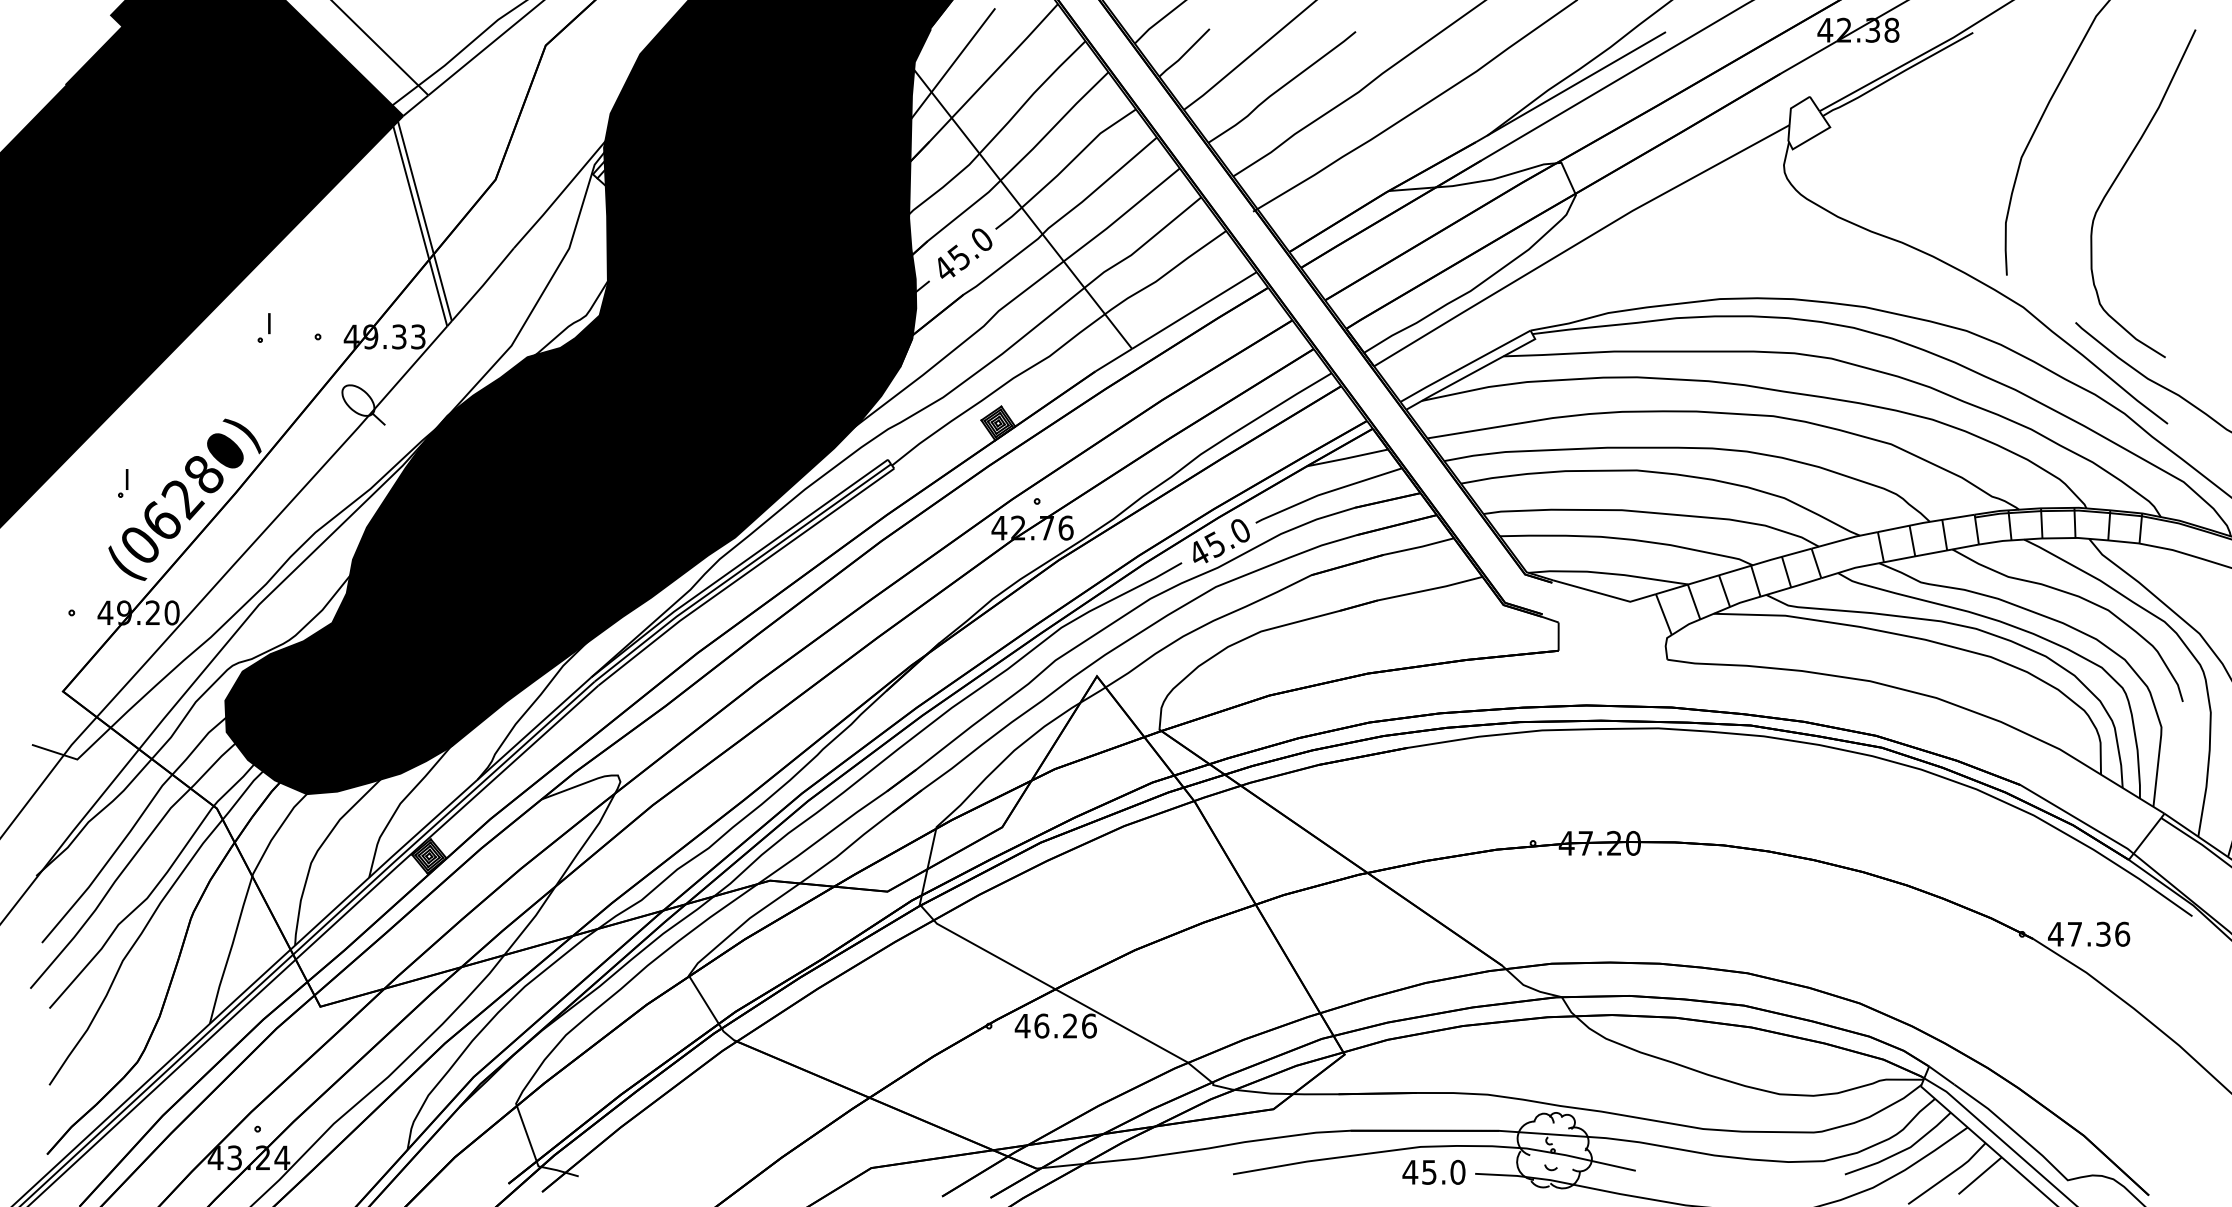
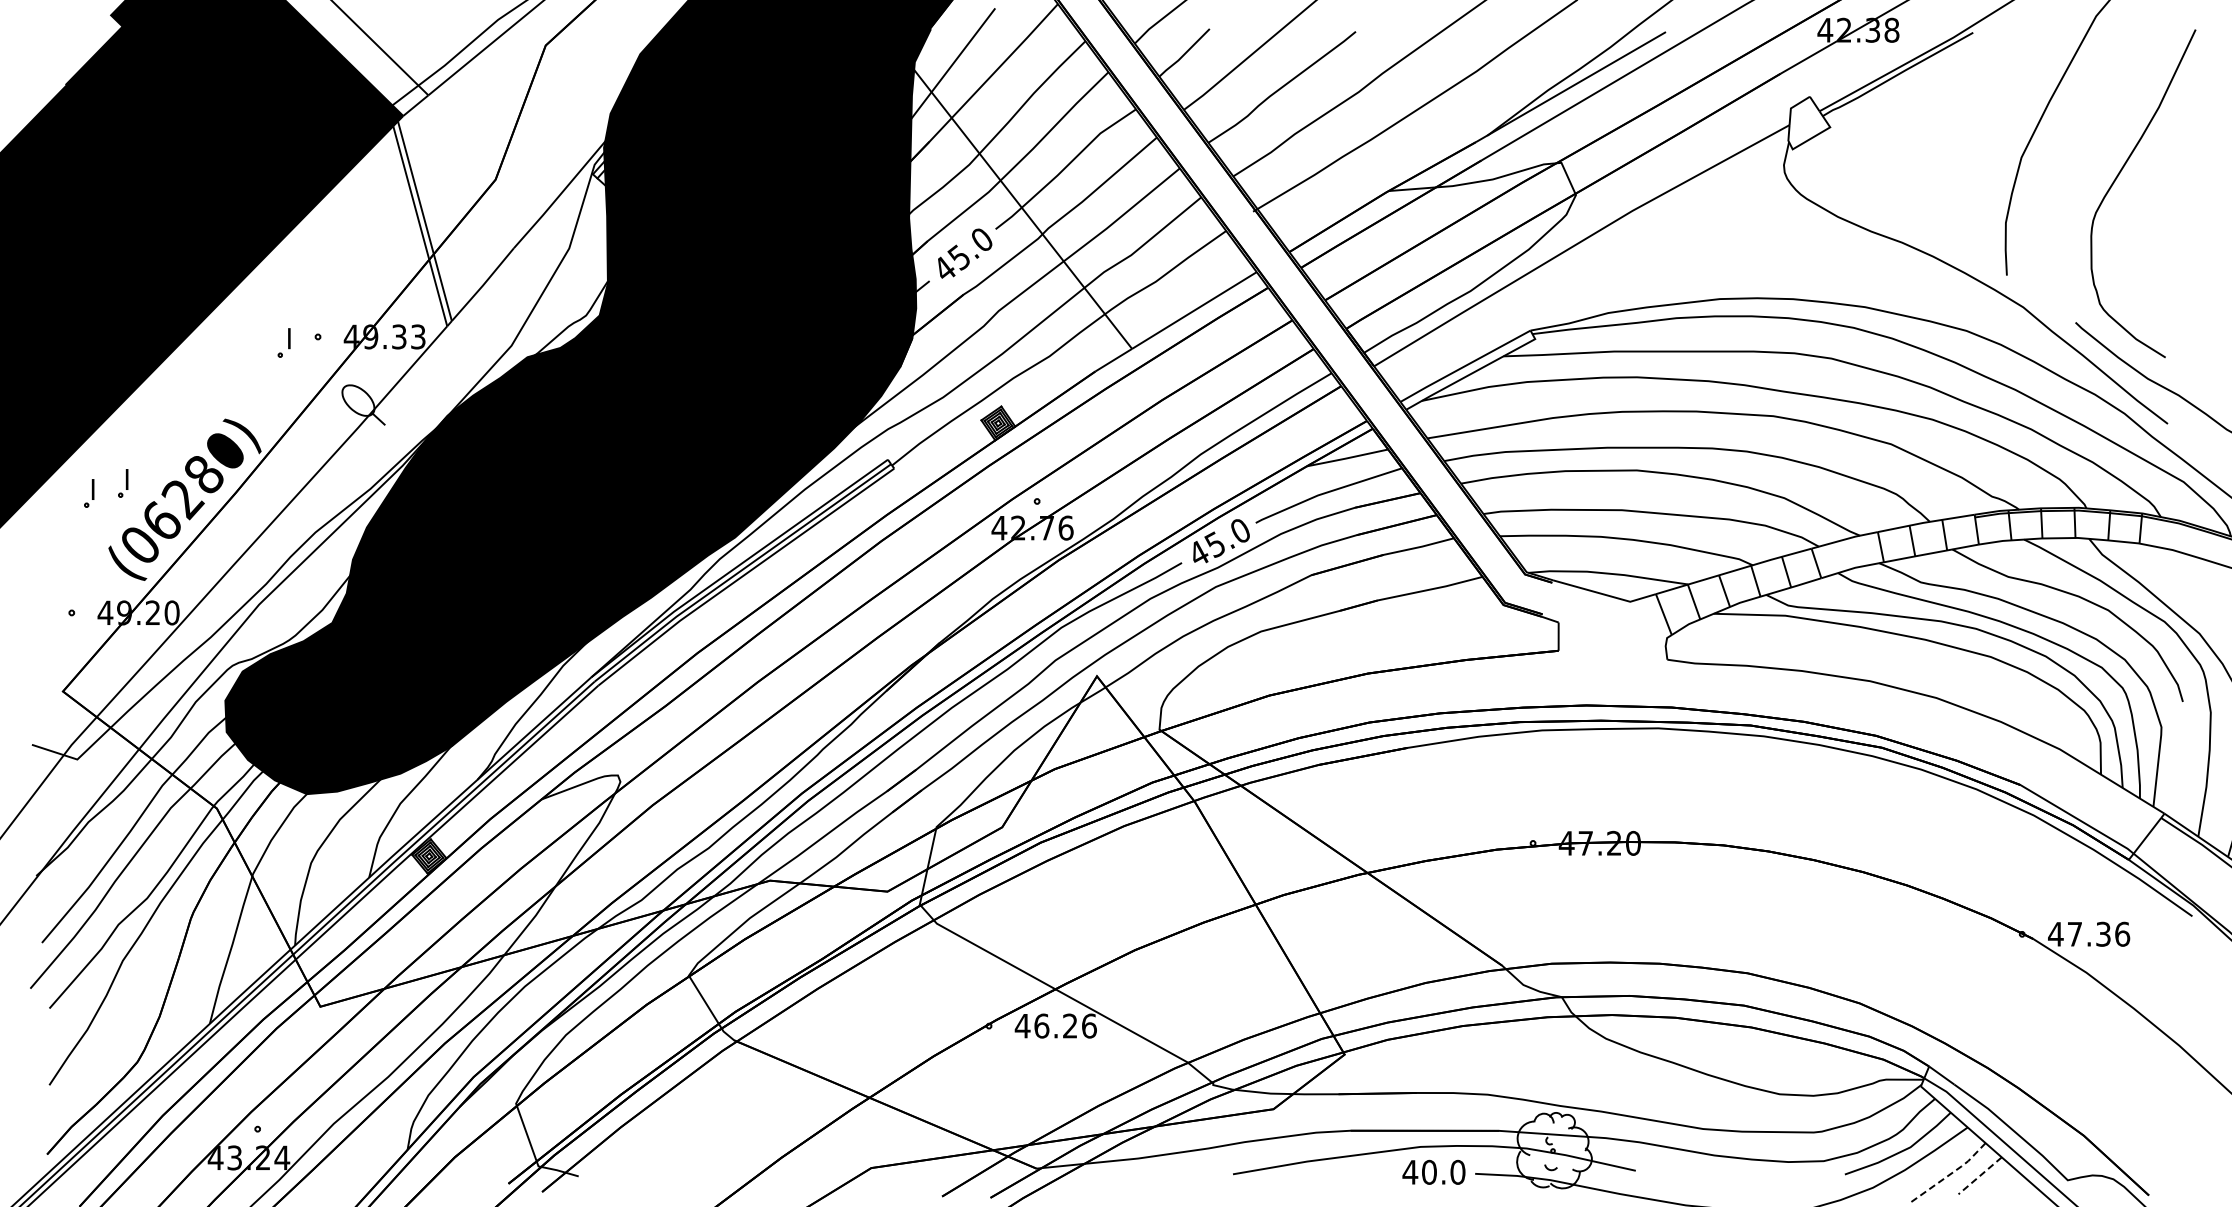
part at (263, 327) position: (263, 327) -> (283, 342)
part at (89, 493): none -> present
text at (1429, 1171): 45.0 -> 40.0
line at (1949, 1174): solid -> dashed
line at (1979, 1176): solid -> dashed
